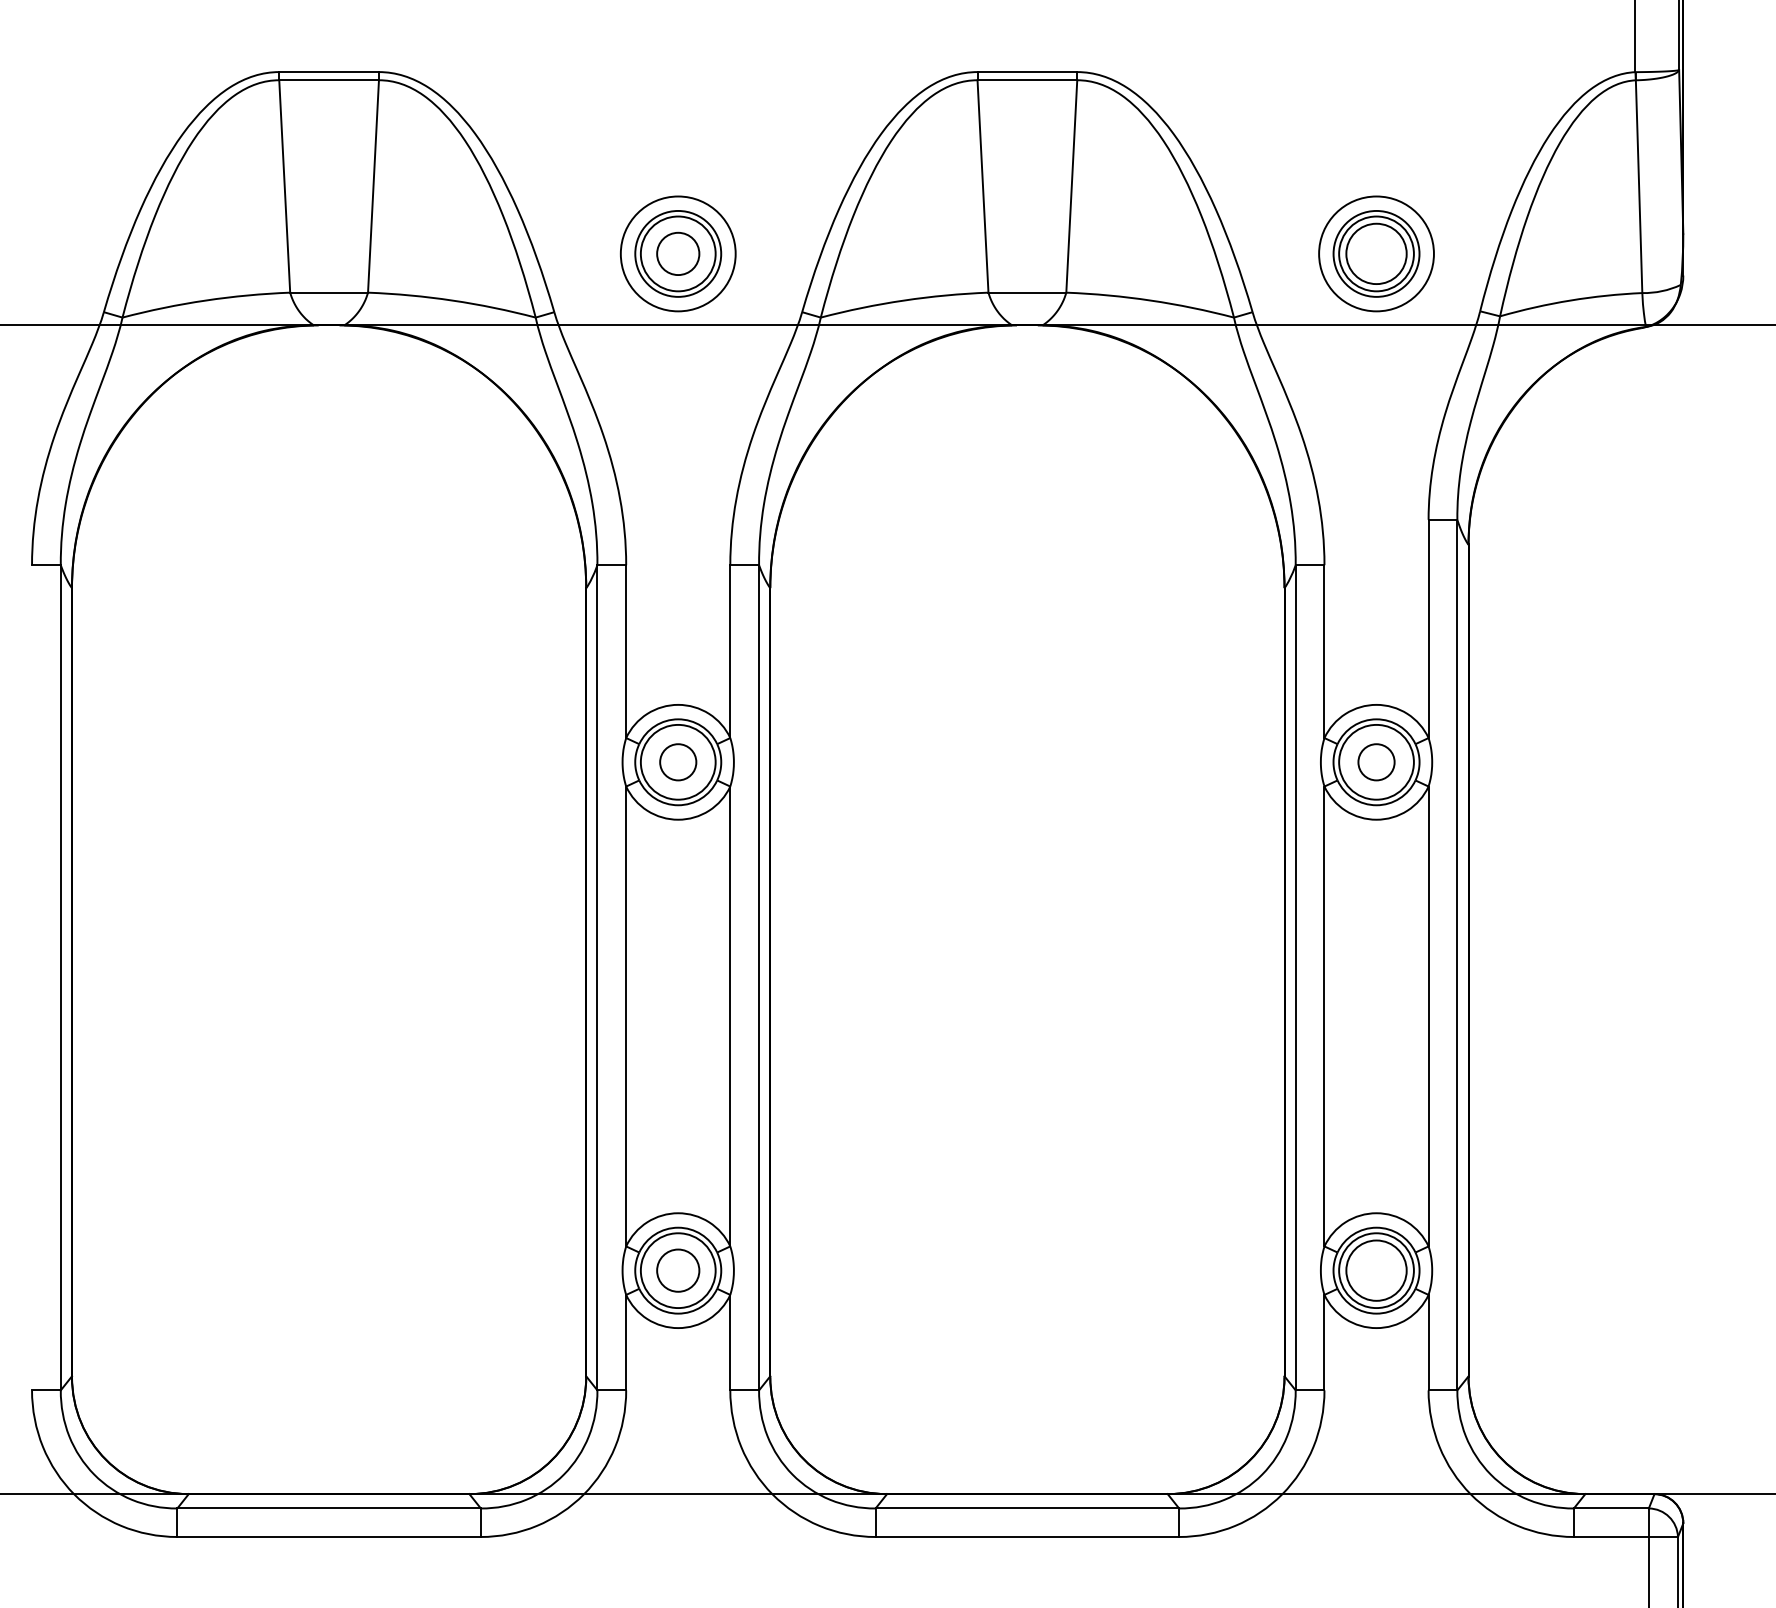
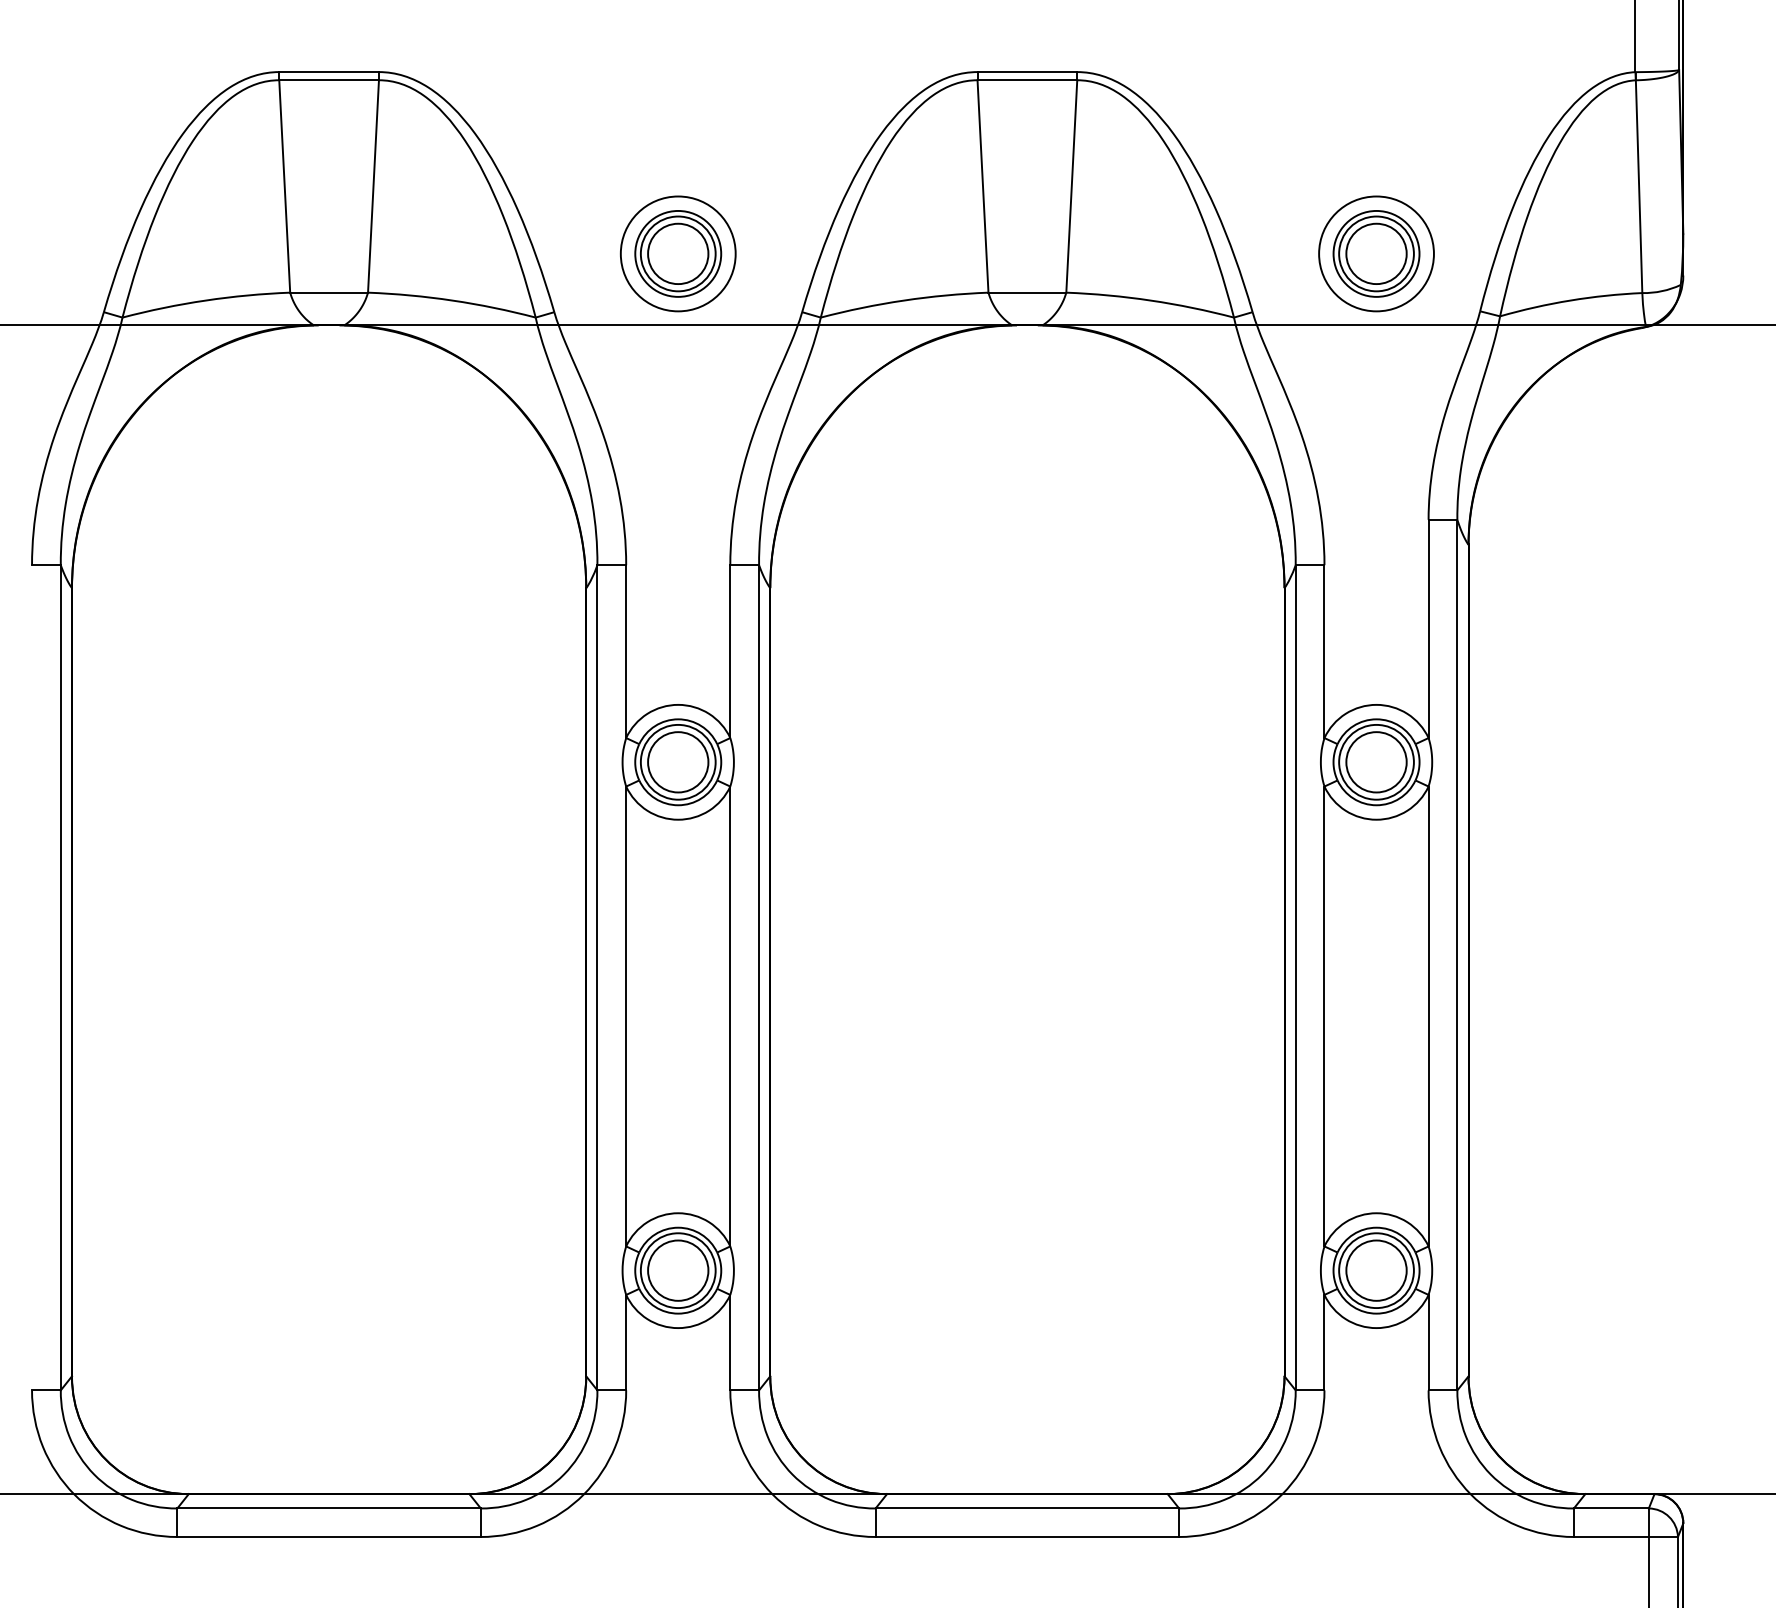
circle at (678, 253) diameter: 42 px -> 60 px
circle at (678, 762) diameter: 36 px -> 60 px
circle at (1376, 762) diameter: 36 px -> 60 px
circle at (678, 1270) diameter: 42 px -> 60 px
